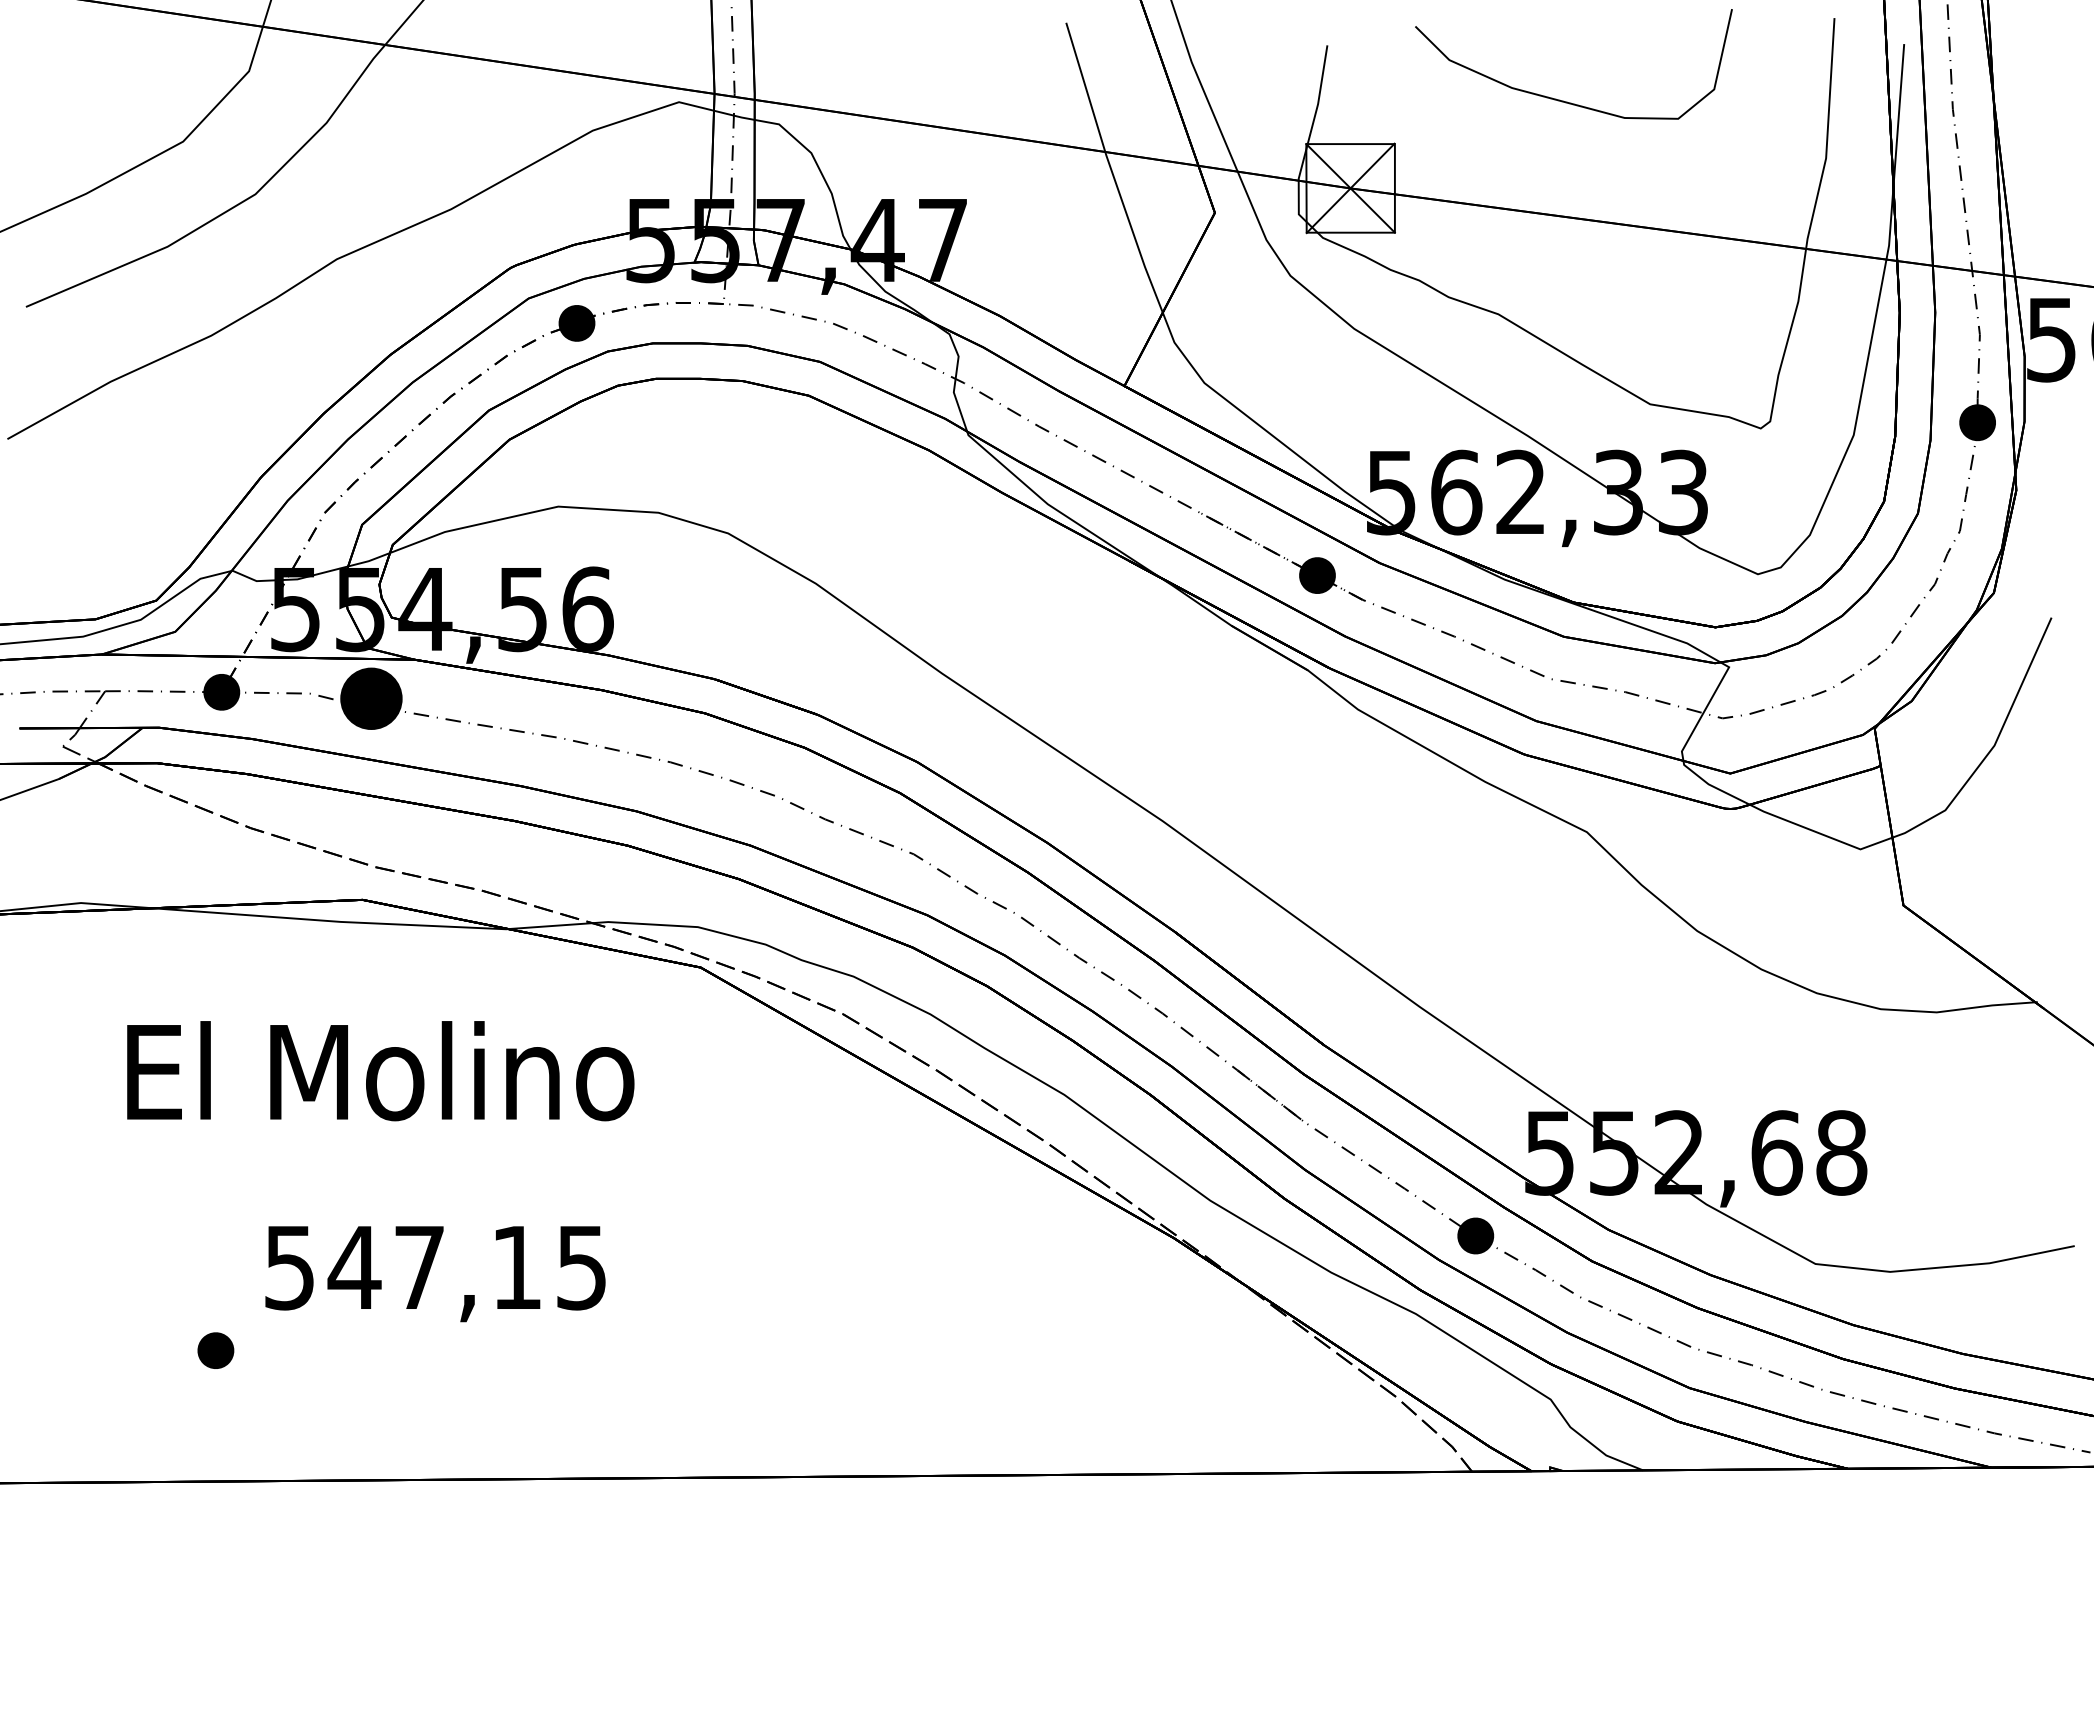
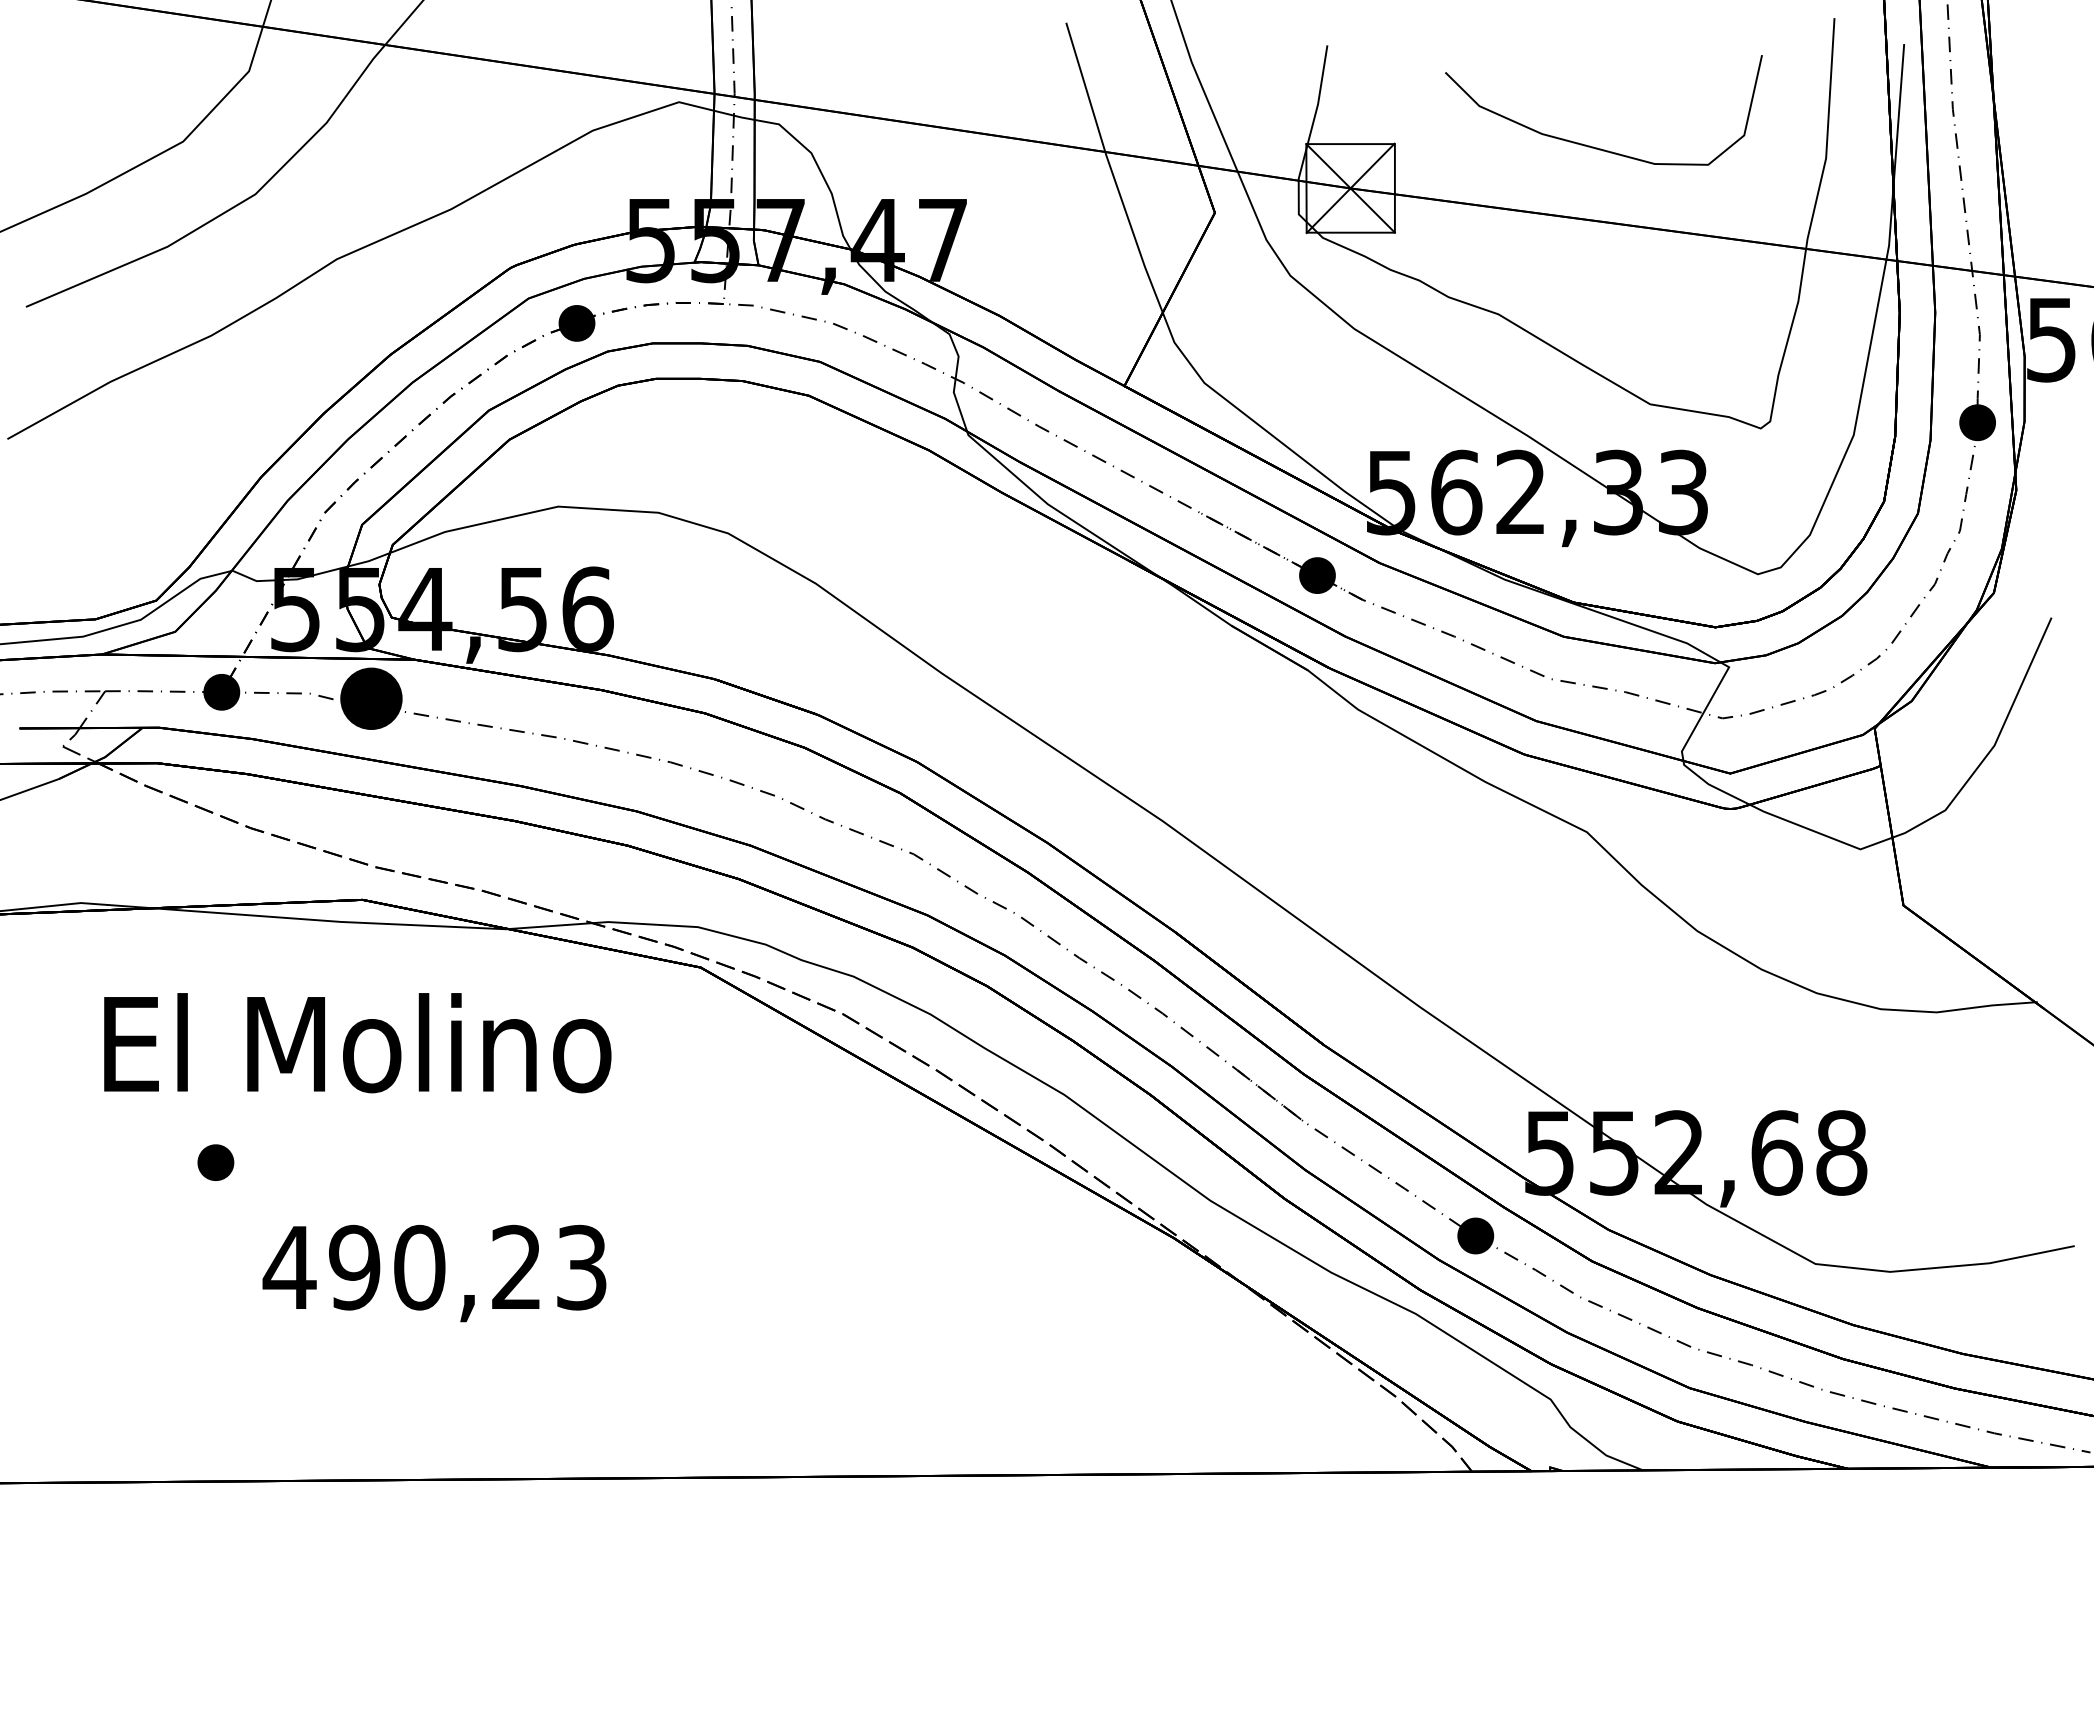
curve at (1563, 100) position: (1563, 100) -> (1593, 146)
text at (380, 1071) position: (380, 1071) -> (357, 1043)
text at (434, 1267): 547,15 -> 490,23
part at (215, 1350) position: (215, 1350) -> (215, 1162)
